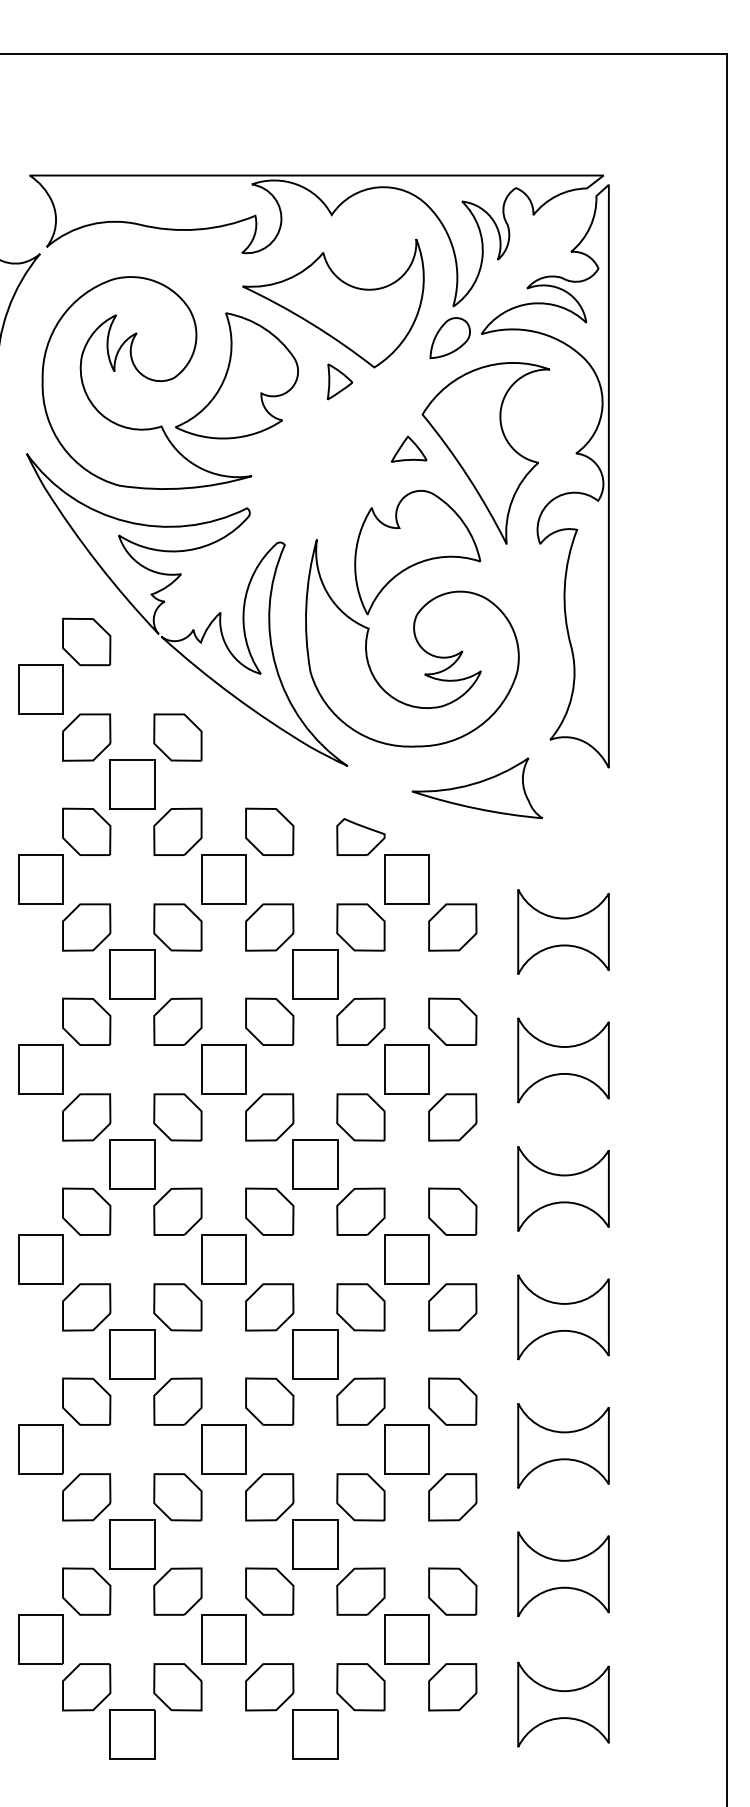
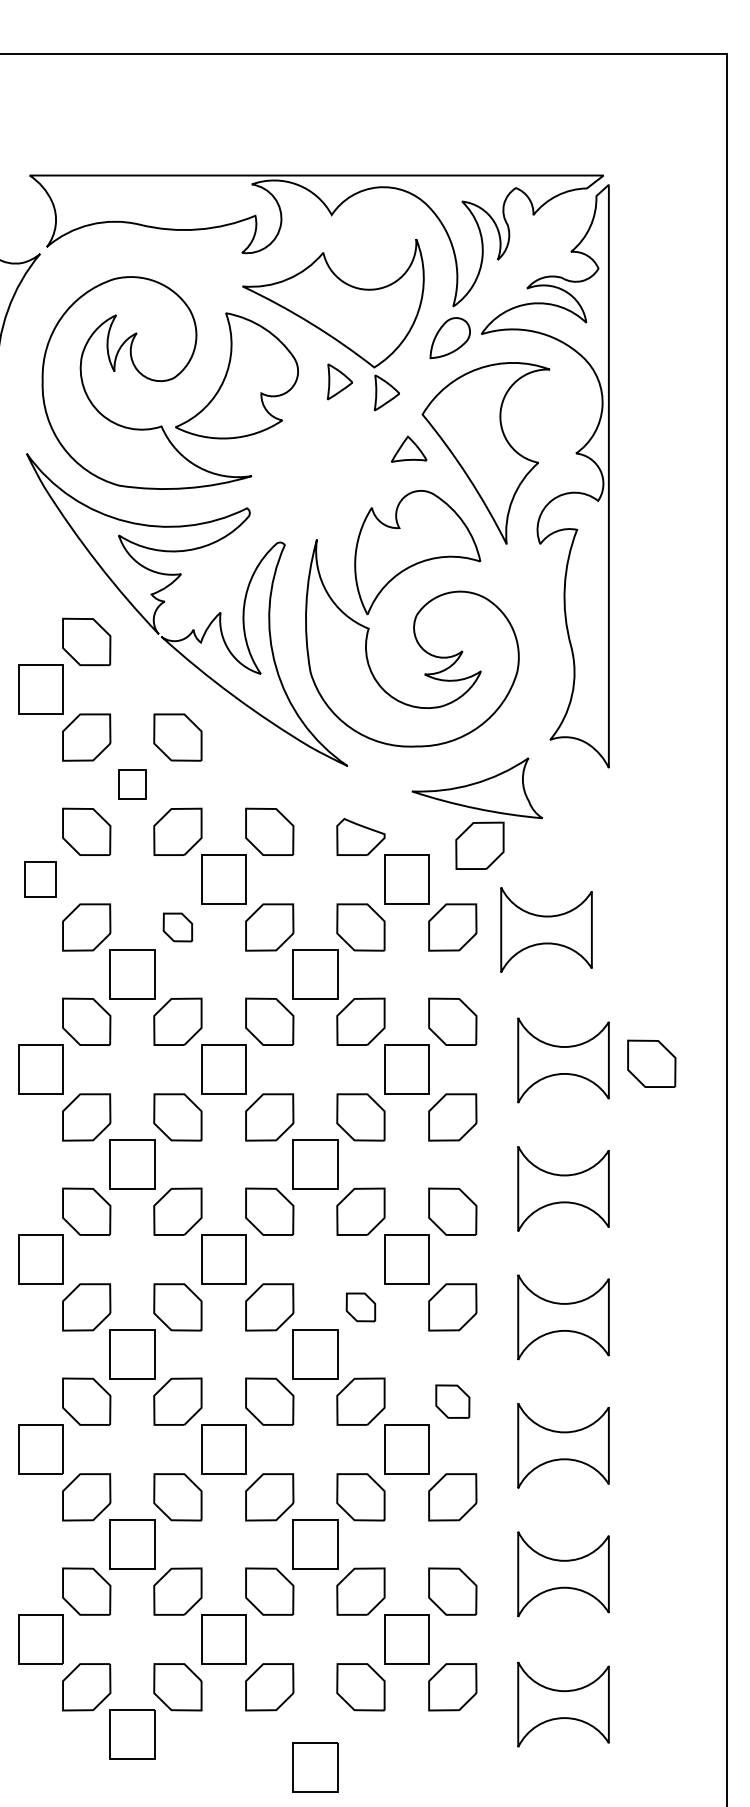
part at (386, 392): none -> present
part at (132, 784) size: 47x51 px -> 29x31 px
part at (479, 845): none -> present
part at (40, 879) size: 46x51 px -> 33x37 px
part at (177, 927) size: 50x49 px -> 31x31 px
part at (563, 931) position: (563, 931) -> (546, 929)
part at (651, 1063): none -> present
part at (360, 1307) size: 50x49 px -> 32x31 px
part at (452, 1401) size: 50x49 px -> 36x35 px
part at (315, 1734) position: (315, 1734) -> (315, 1767)
